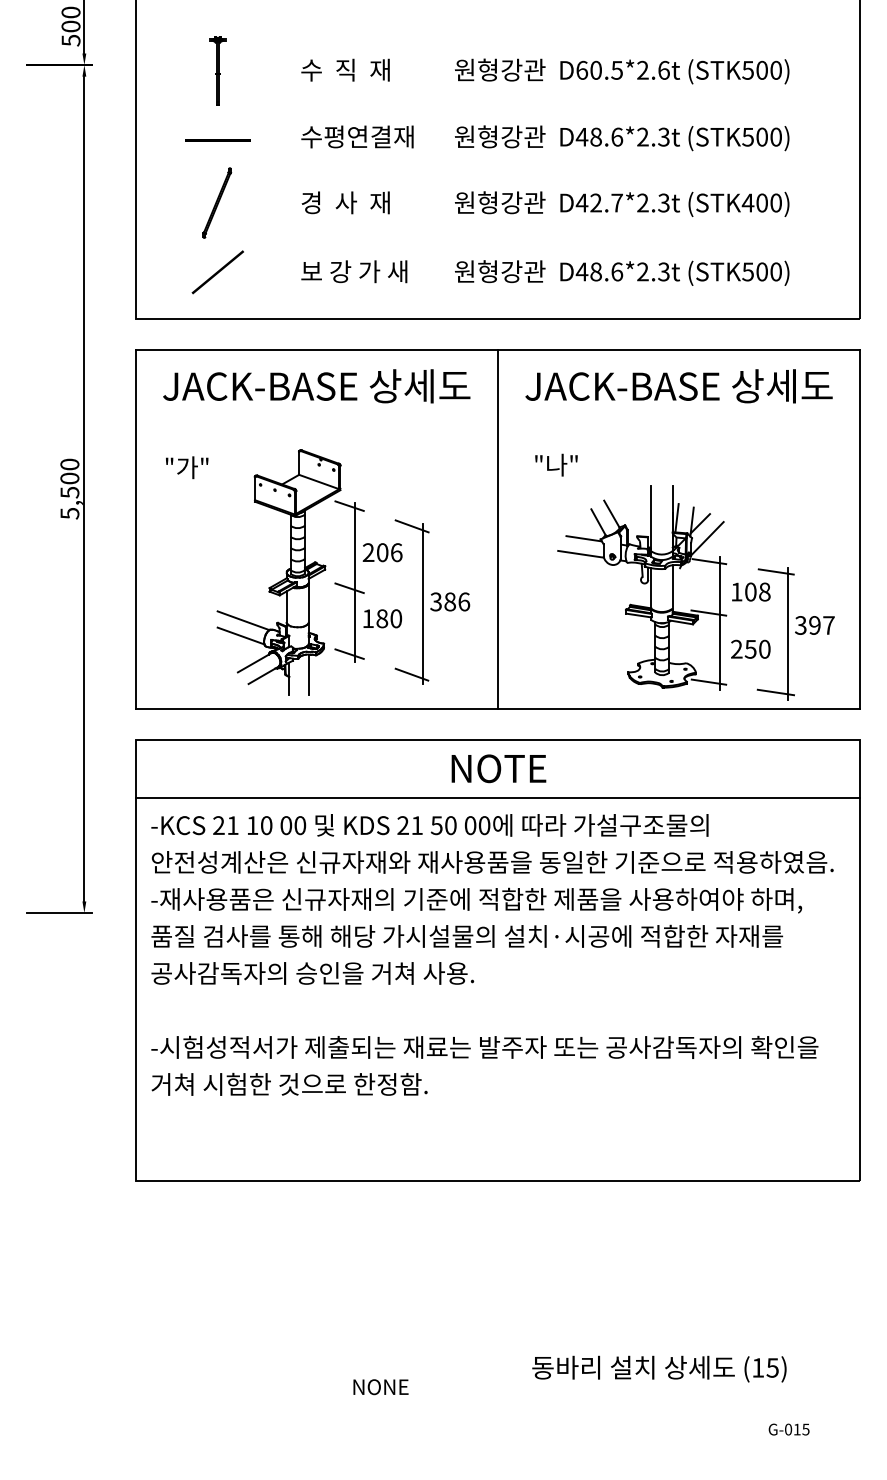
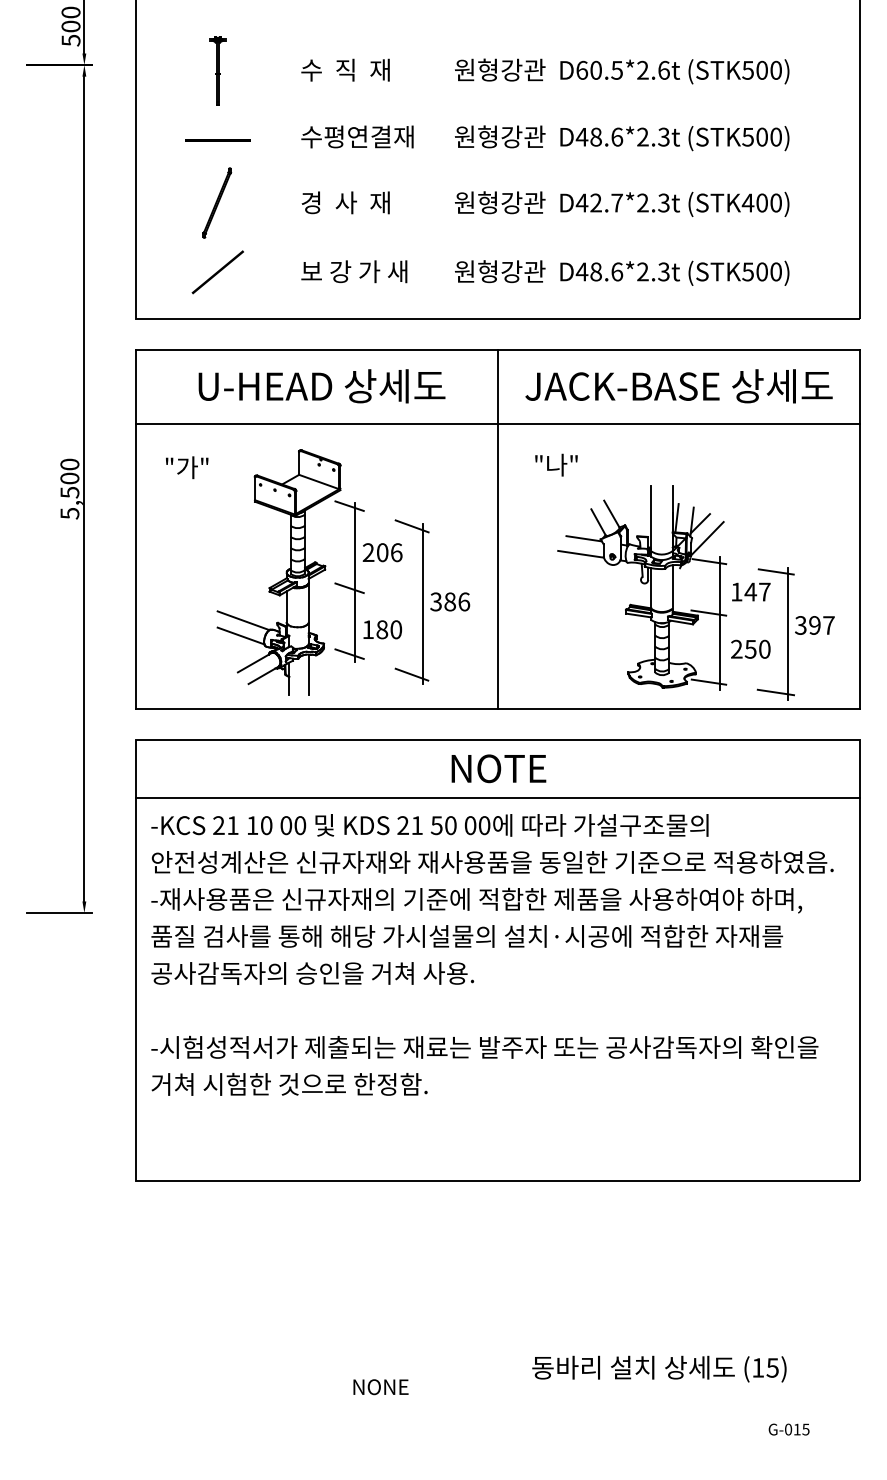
text at (316, 386): JACK-BASE 상세도 -> U-HEAD 상세도
line at (497, 423): none -> present
text at (757, 591): 108 -> 147
text at (382, 618) position: (382, 618) -> (382, 629)
